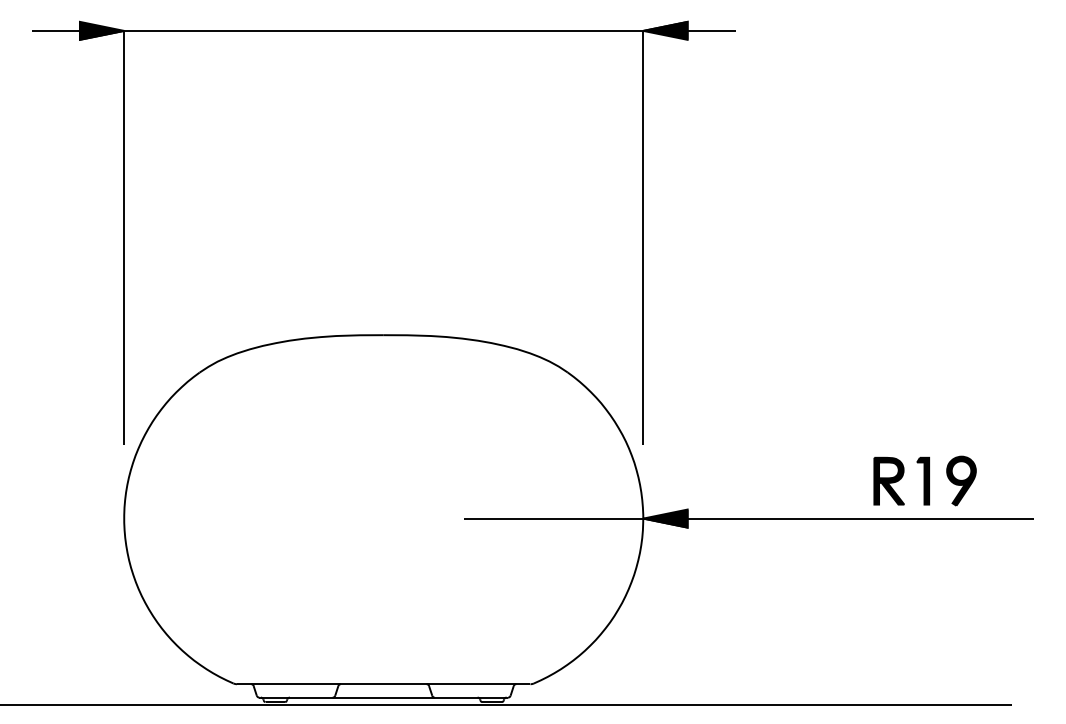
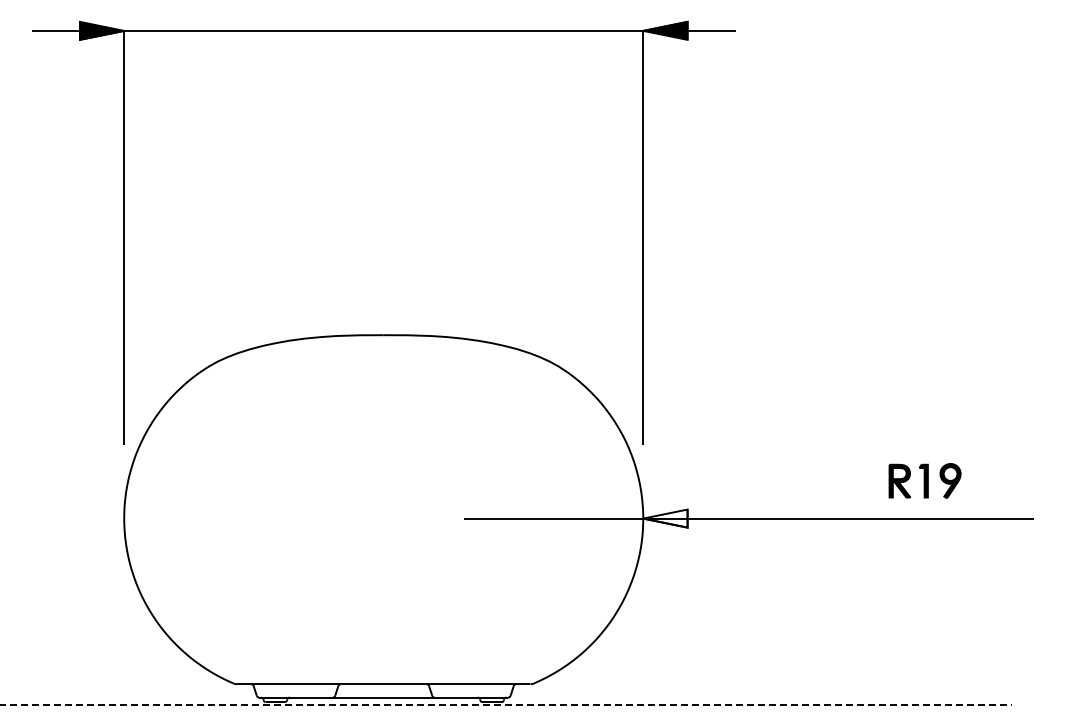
part at (924, 480) size: 104x52 px -> 74x36 px
fill at (665, 518): present -> none
line at (506, 704): solid -> dashed
